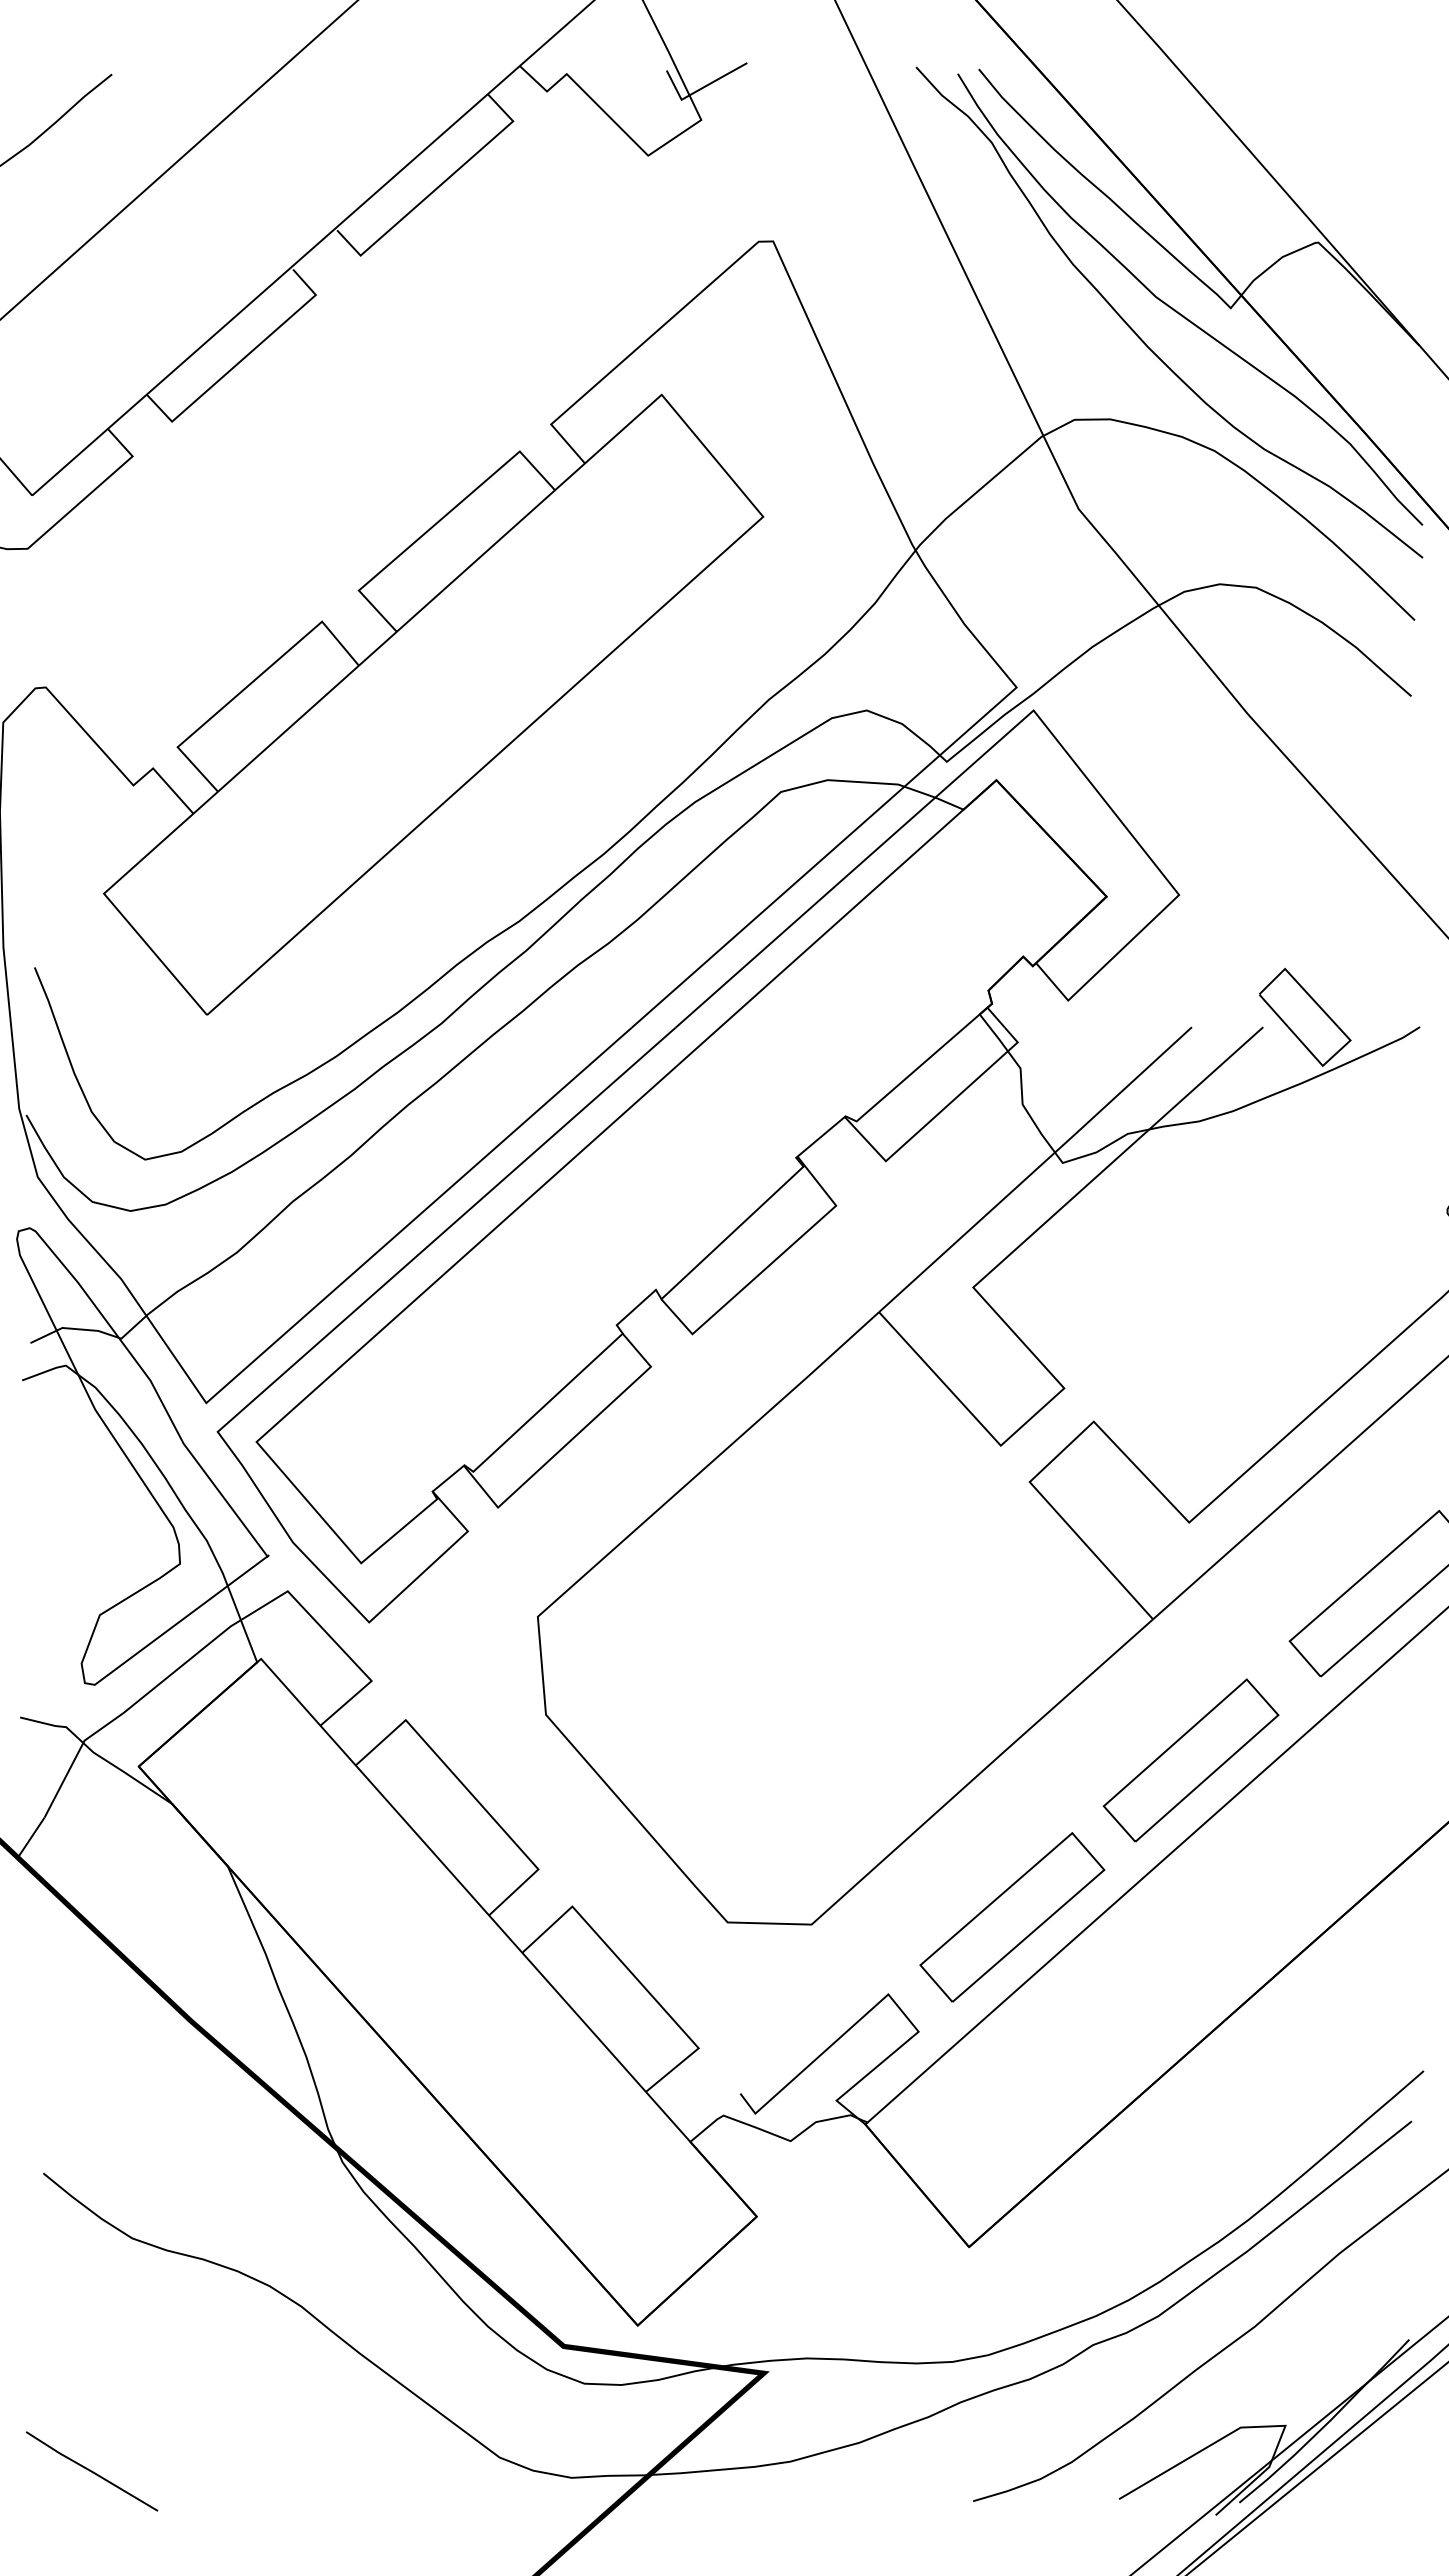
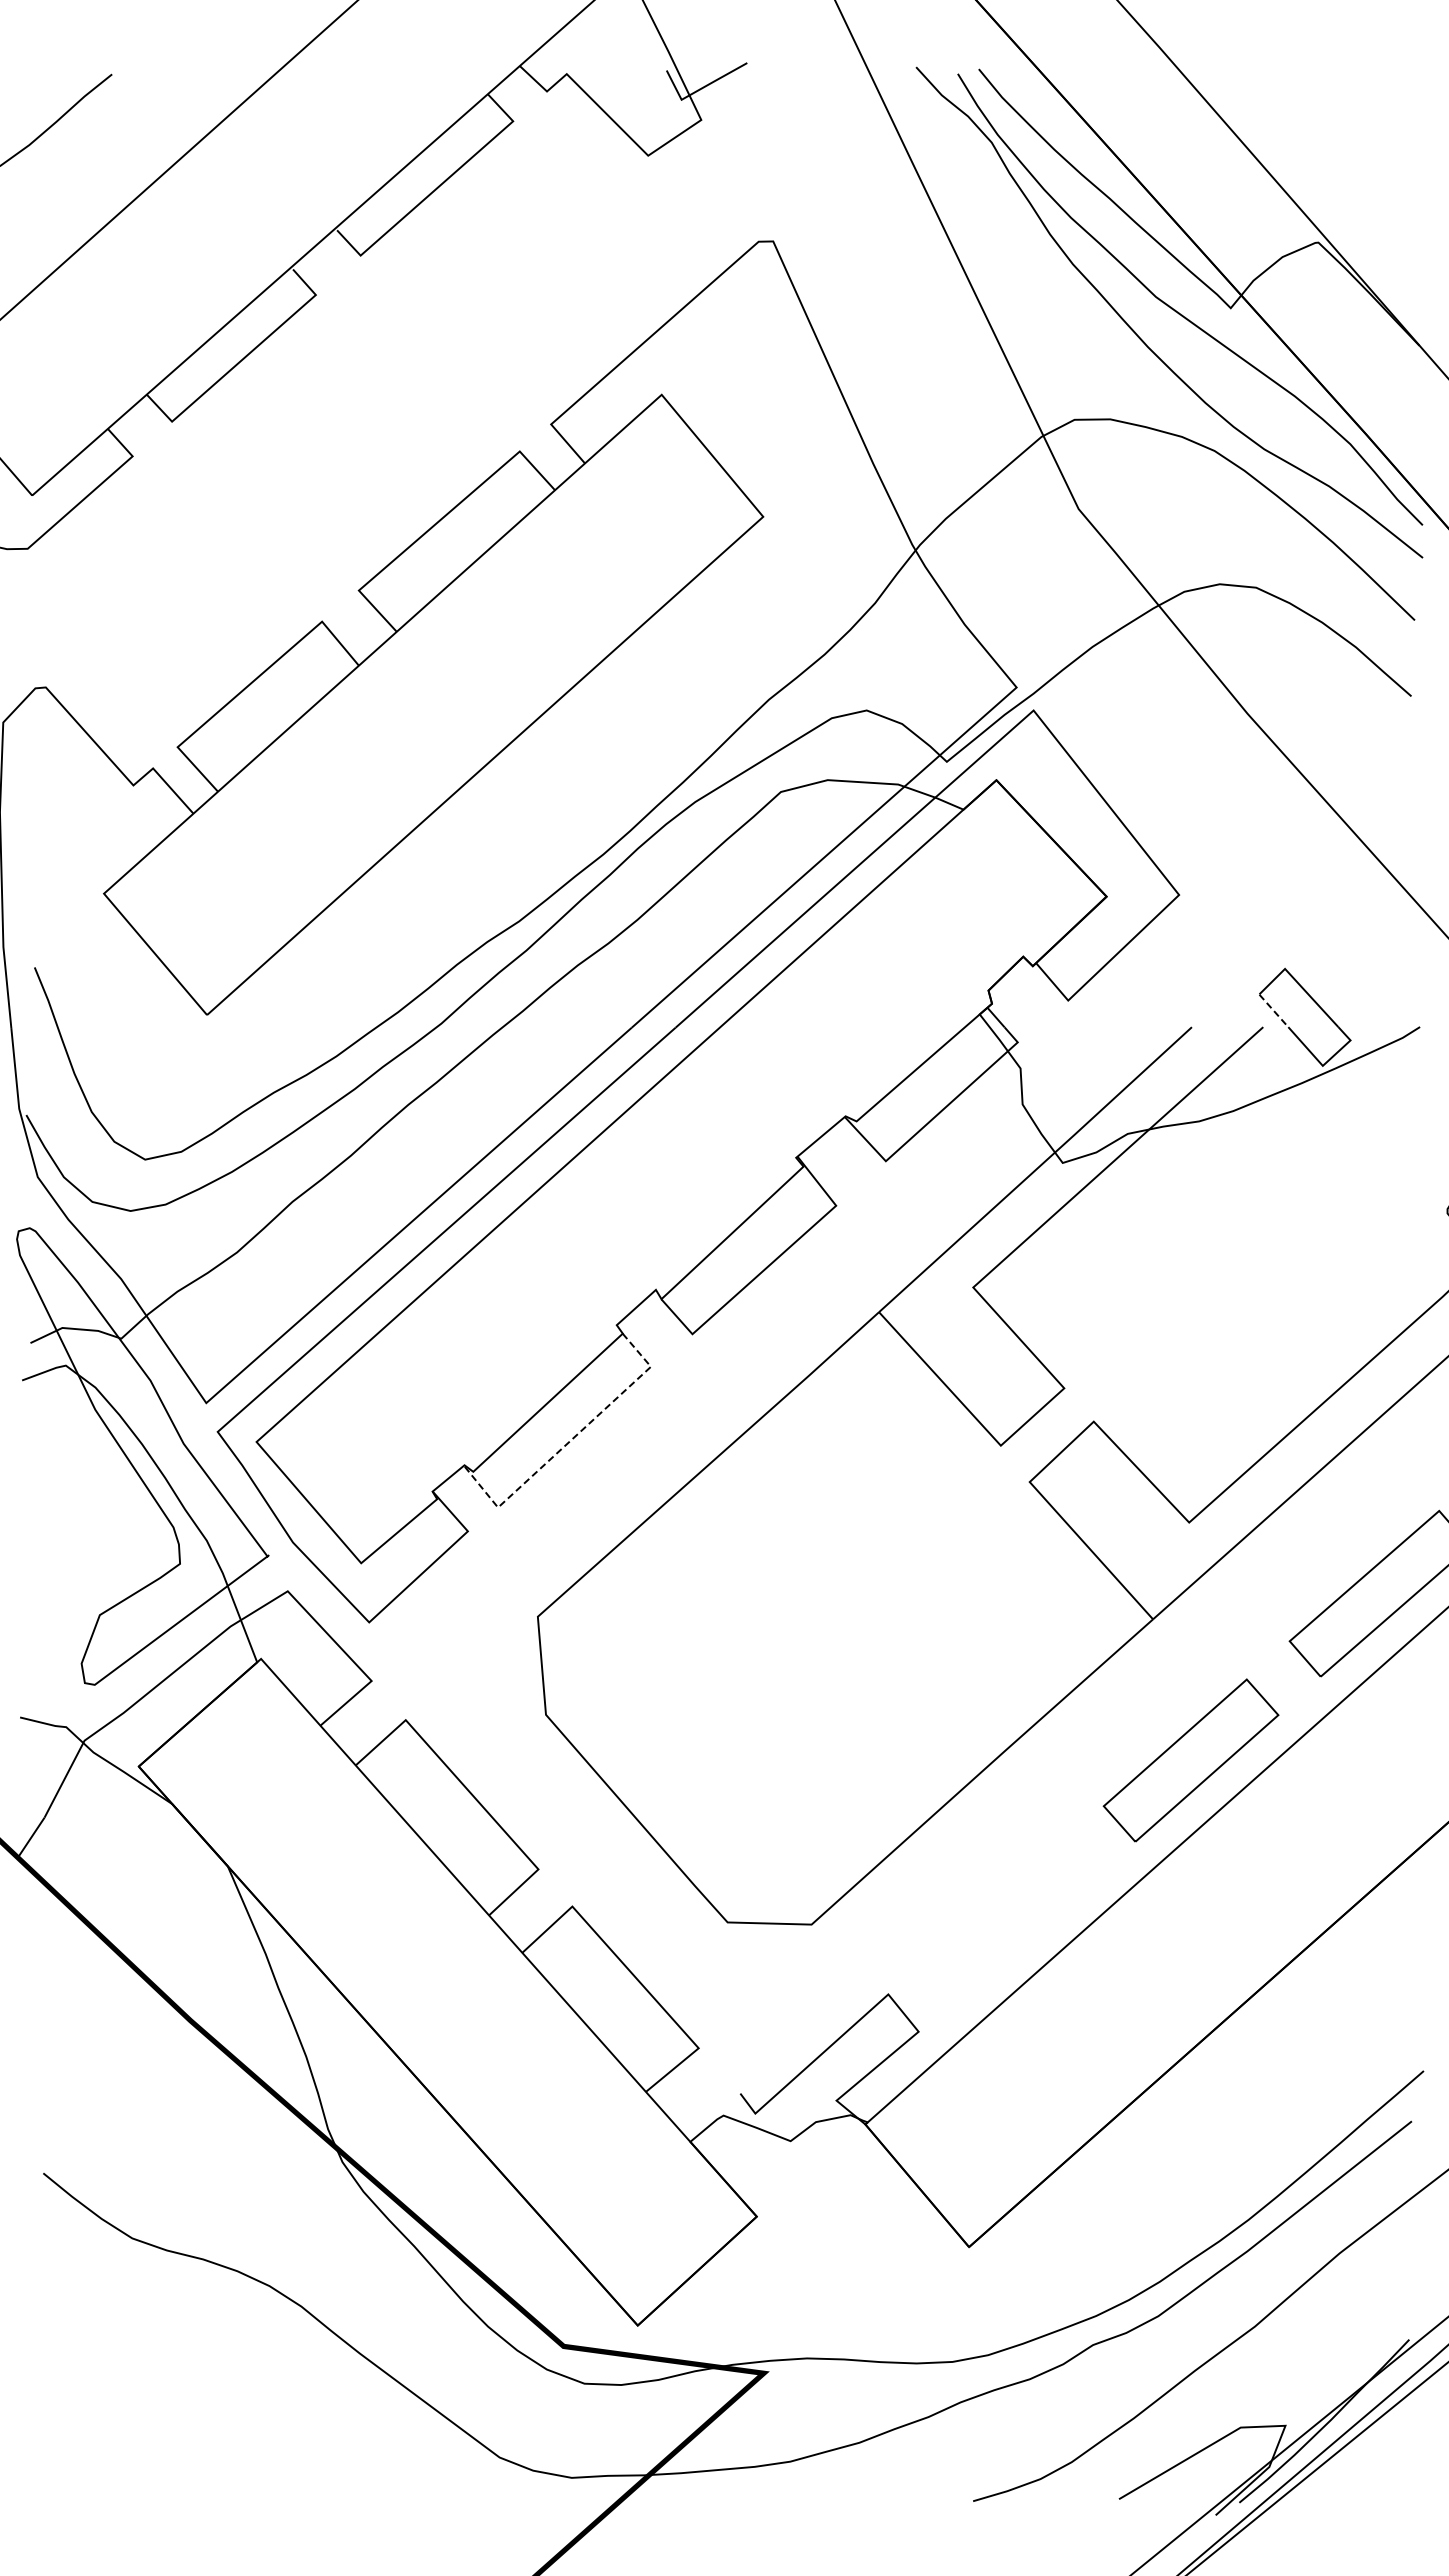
line at (1273, 1010): solid -> dashed
line at (570, 1440): solid -> dashed
part at (1012, 1917): present -> none
line at (91, 2471): present -> none
